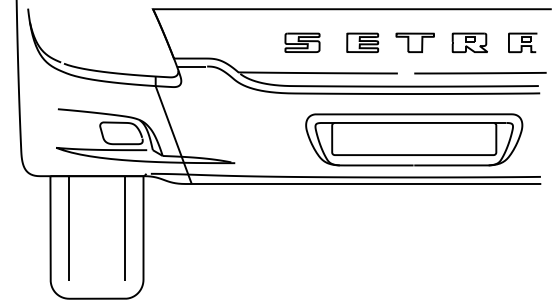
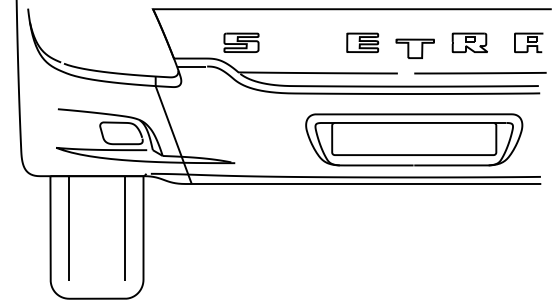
curve at (302, 41) position: (302, 41) -> (241, 41)
part at (414, 42) position: (414, 42) -> (414, 48)
part at (522, 42) position: (522, 42) -> (528, 42)
